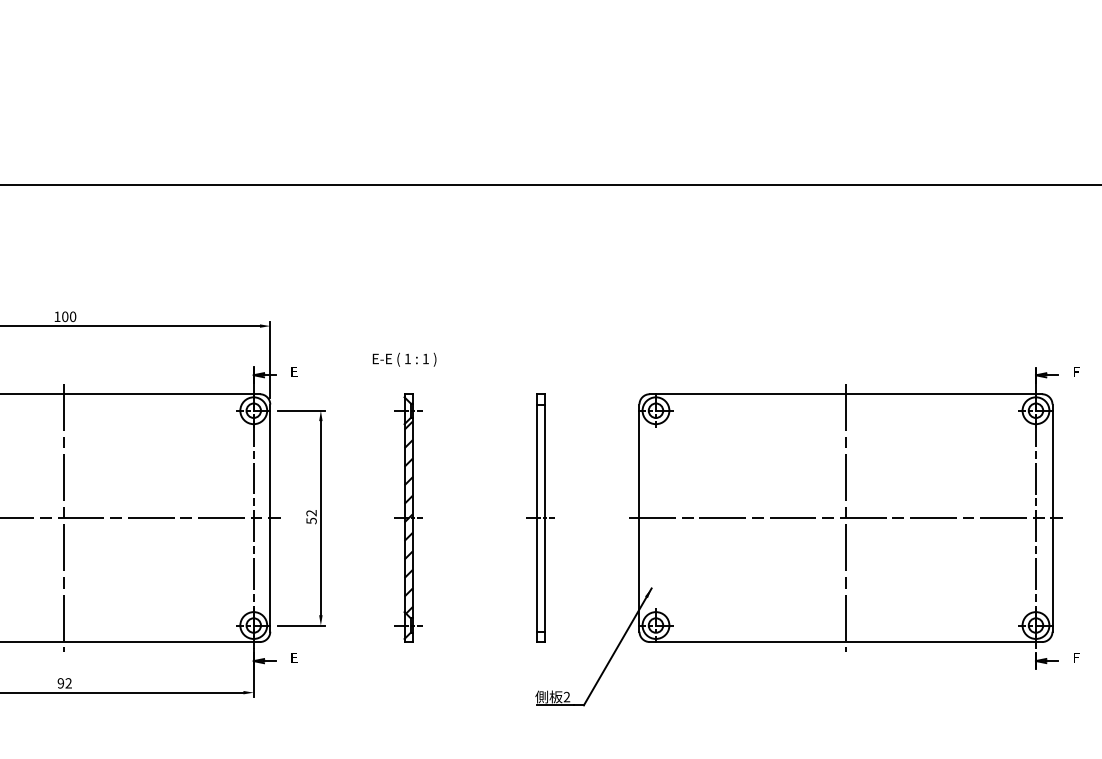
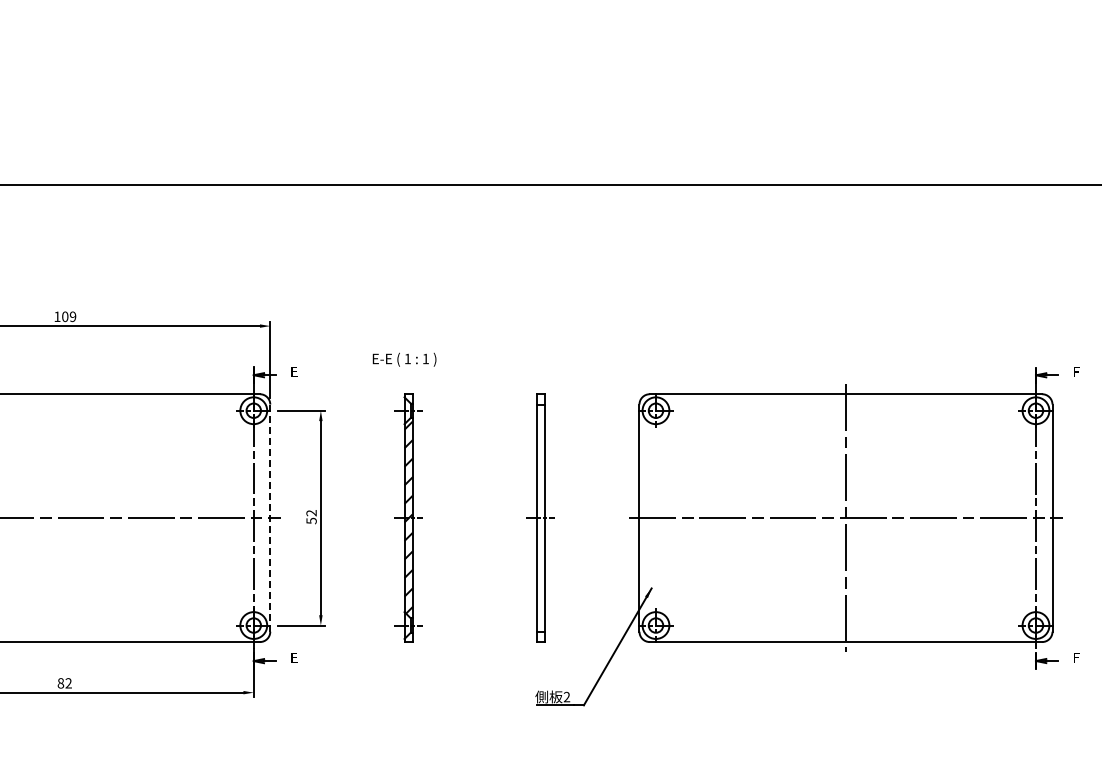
text at (72, 316): 100 -> 109
line at (63, 517): present -> none
line at (270, 518): solid -> dashed
text at (60, 683): 92 -> 82
